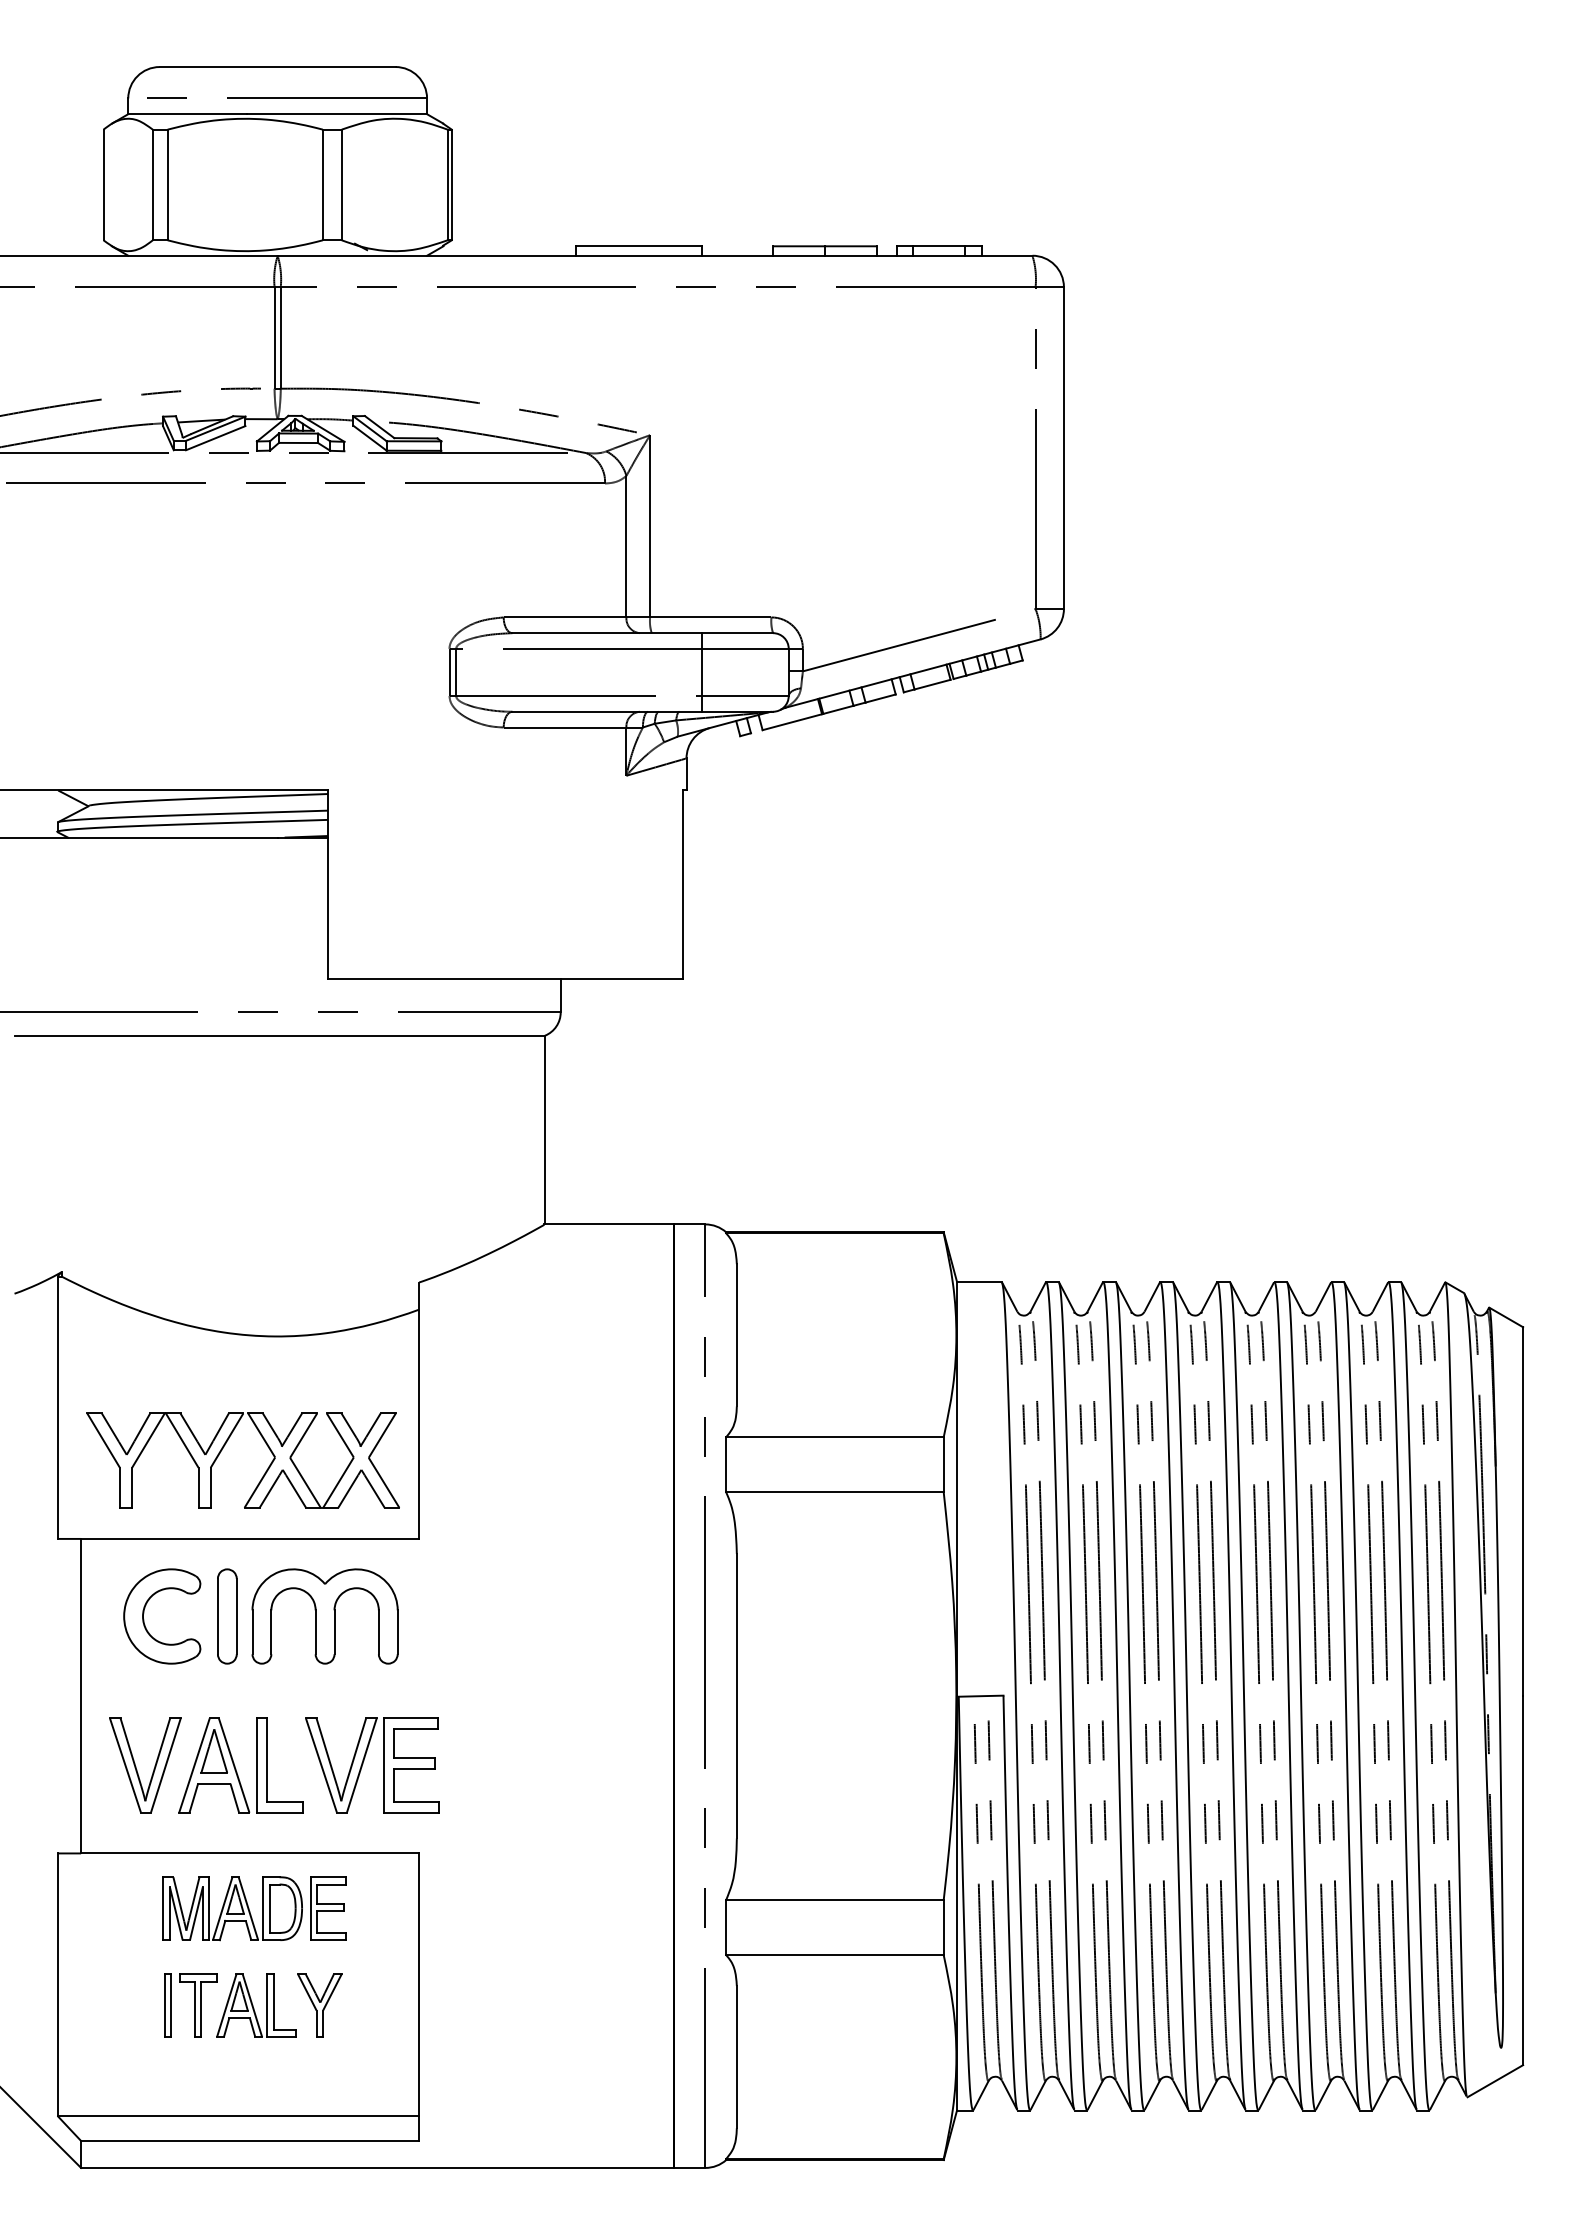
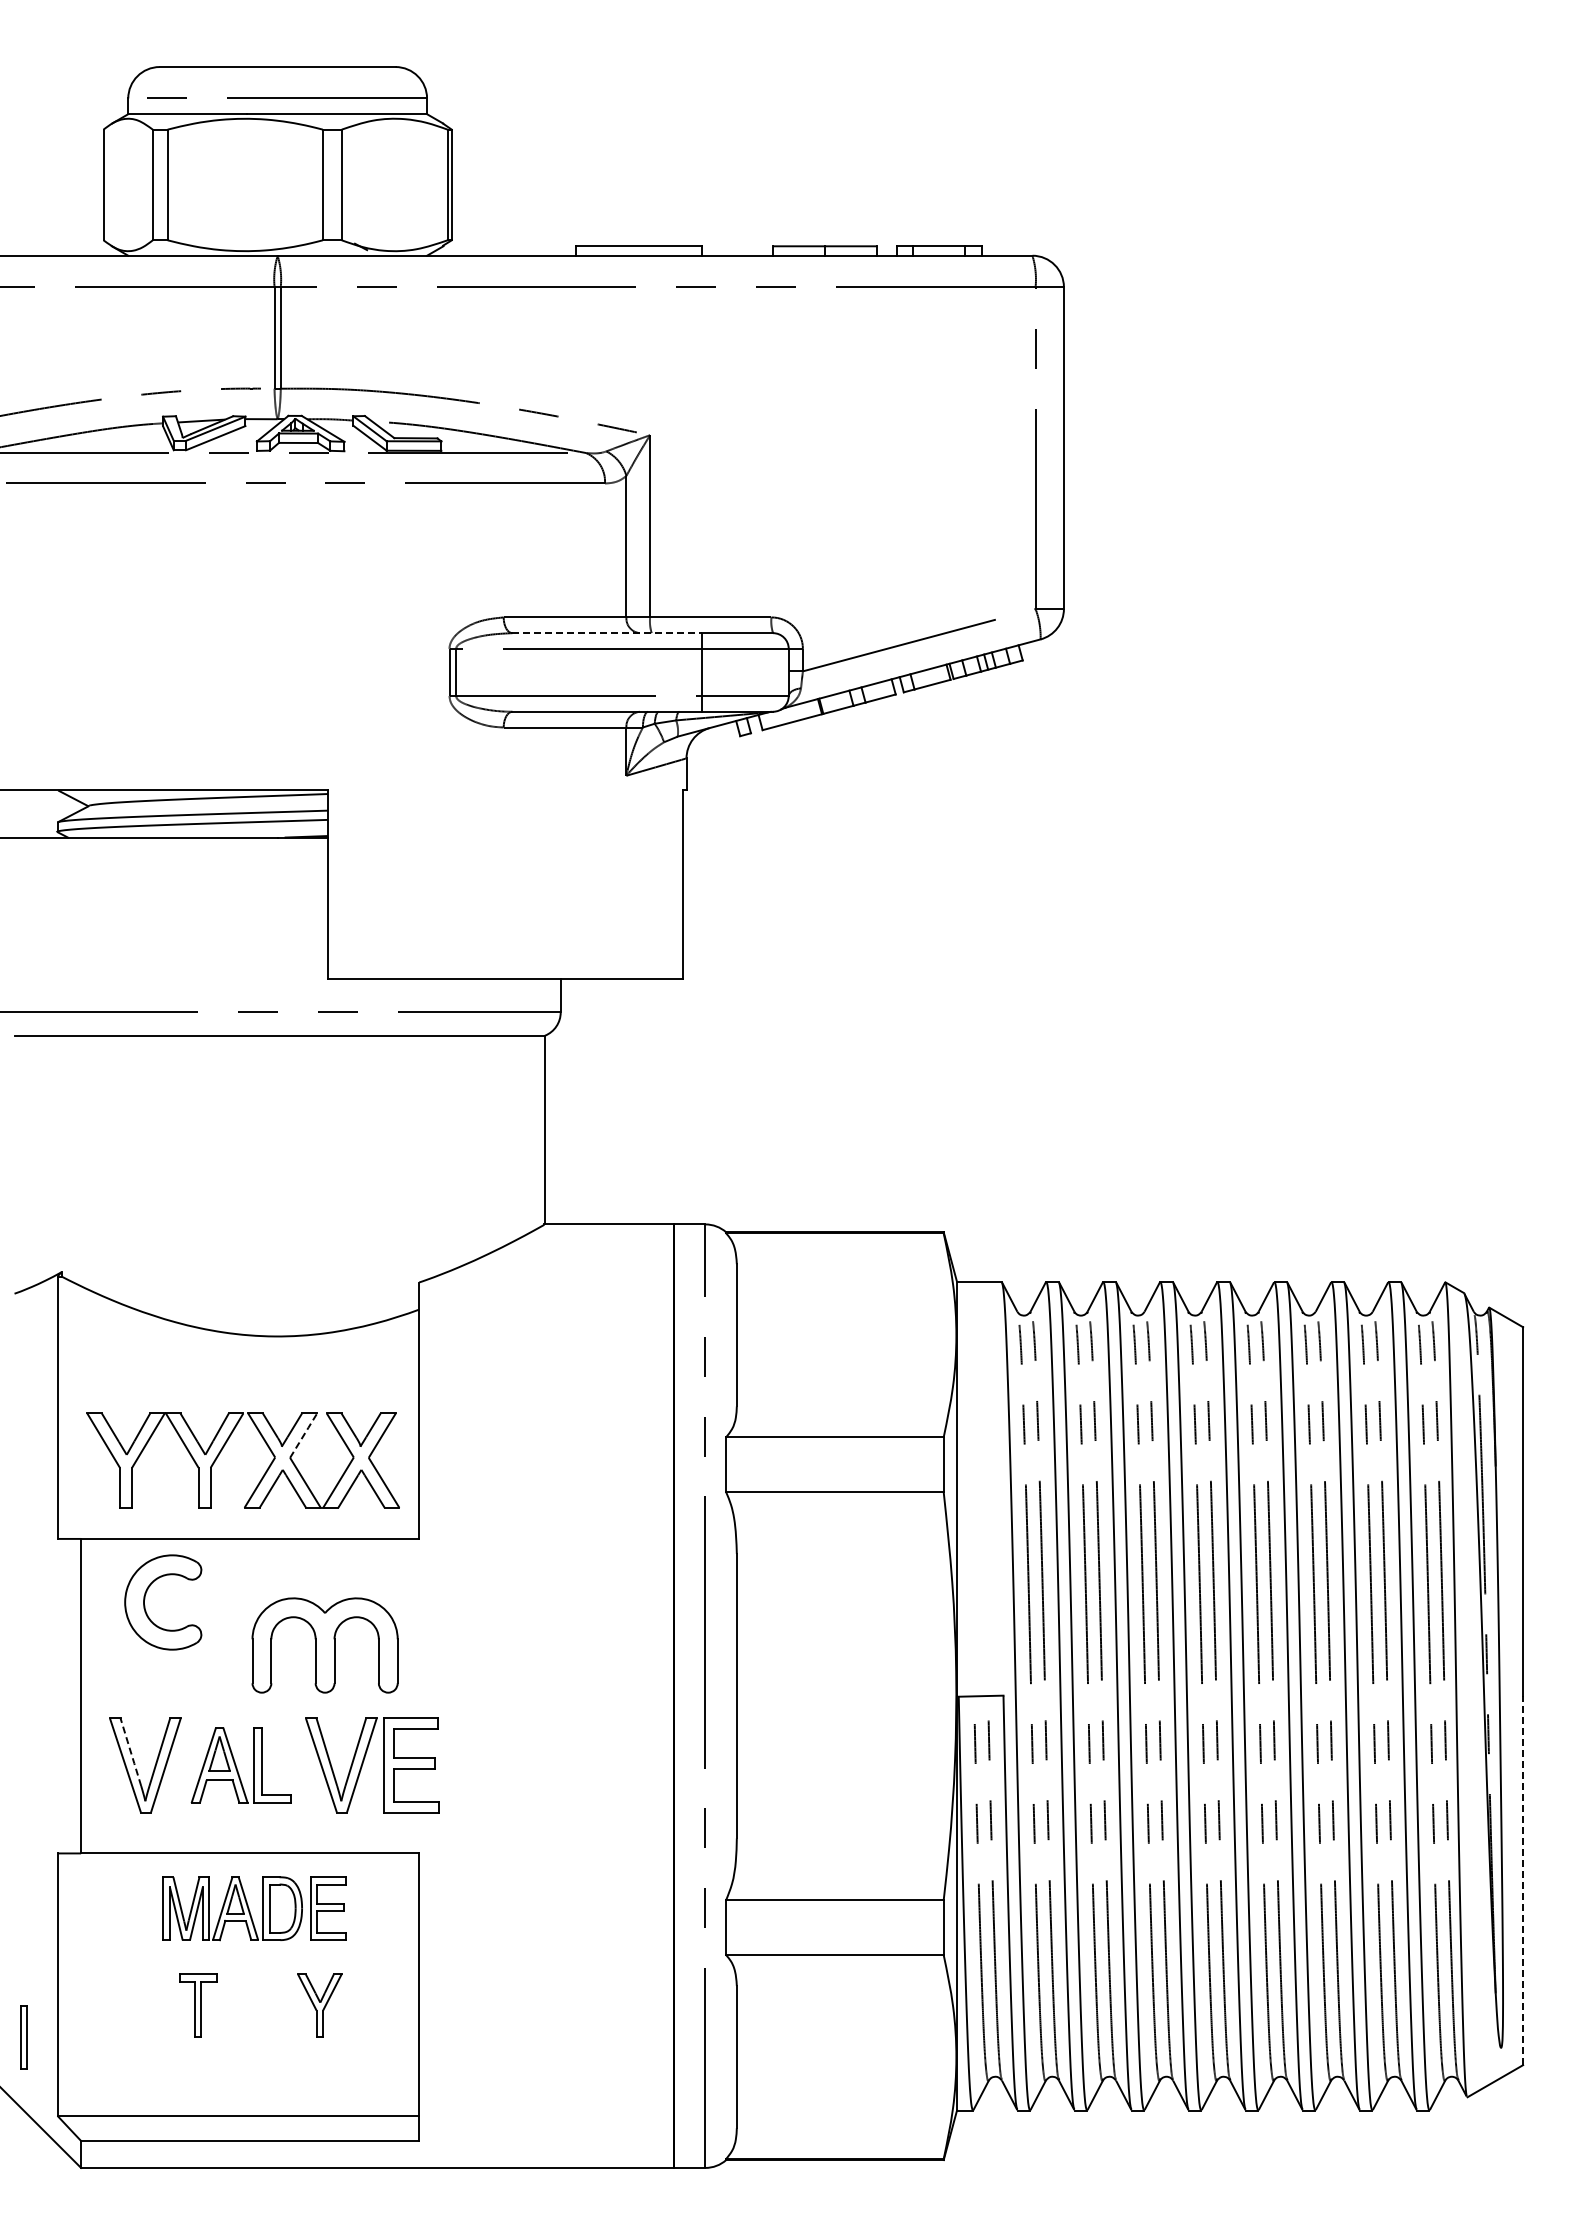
line at (607, 633): solid -> dashed
line at (303, 1435): solid -> dashed
part at (144, 1613) position: (144, 1613) -> (145, 1599)
part at (227, 1616): present -> none
part at (324, 1616) position: (324, 1616) -> (324, 1645)
line at (130, 1752): solid -> dashed
part at (240, 1765) size: 126x97 px -> 102x77 px
line at (1523, 1880): solid -> dashed
part at (167, 2005) position: (167, 2005) -> (23, 2037)
part at (256, 2005): present -> none
